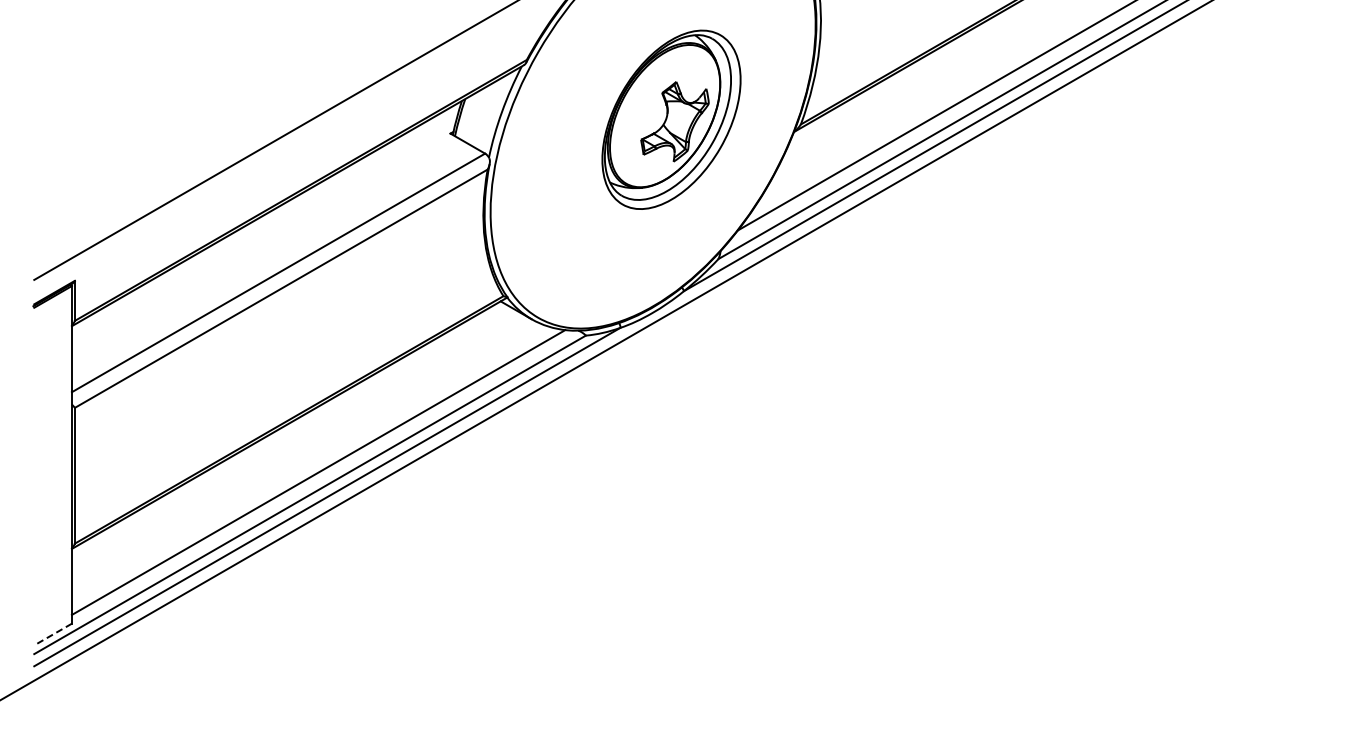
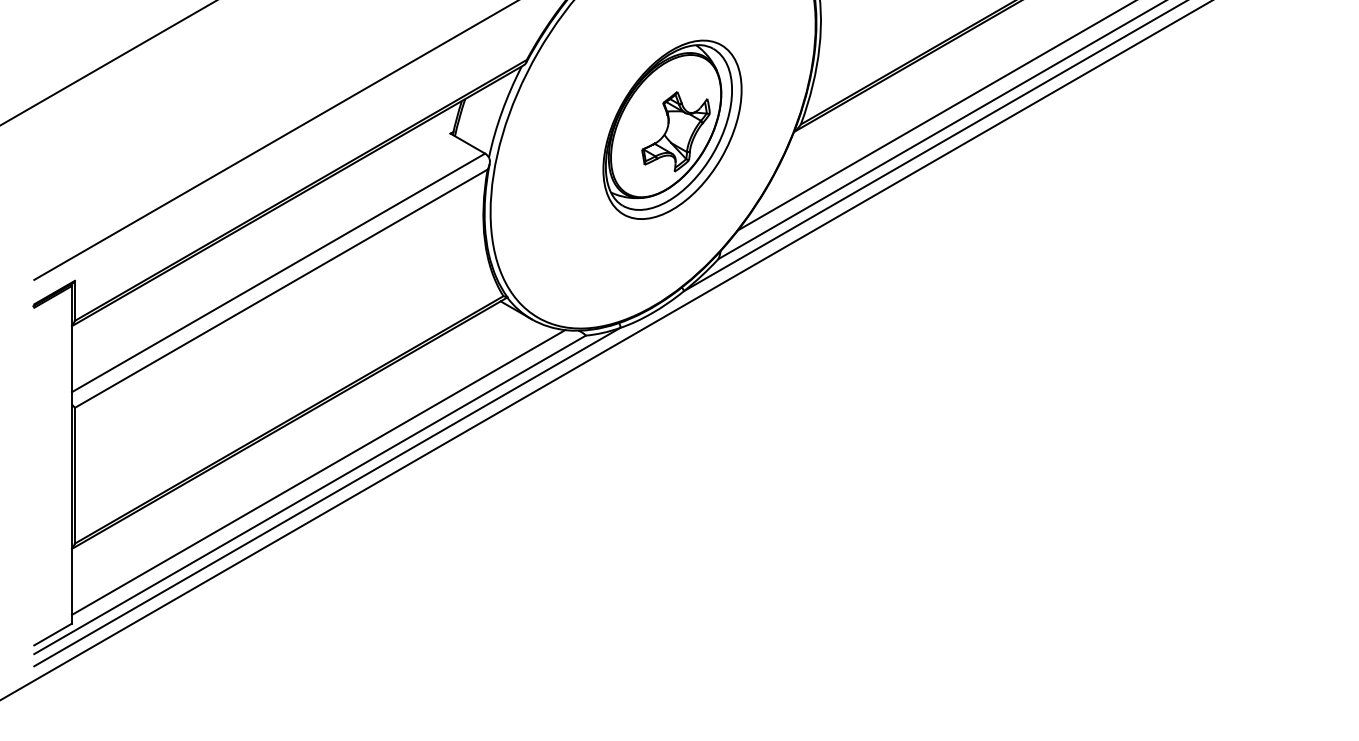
line at (107, 63): none -> present
part at (671, 119) position: (671, 119) -> (672, 129)
line at (53, 634): dashed -> solid
